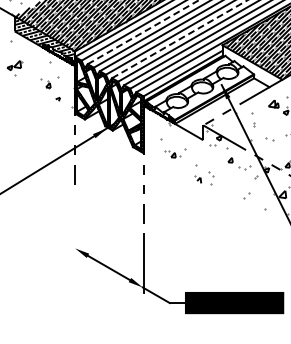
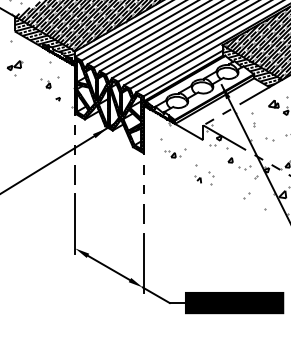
line at (143, 32): dashed -> solid
line at (179, 39): dashed -> solid
hatch at (251, 66): none -> present
line at (75, 223): none -> present
